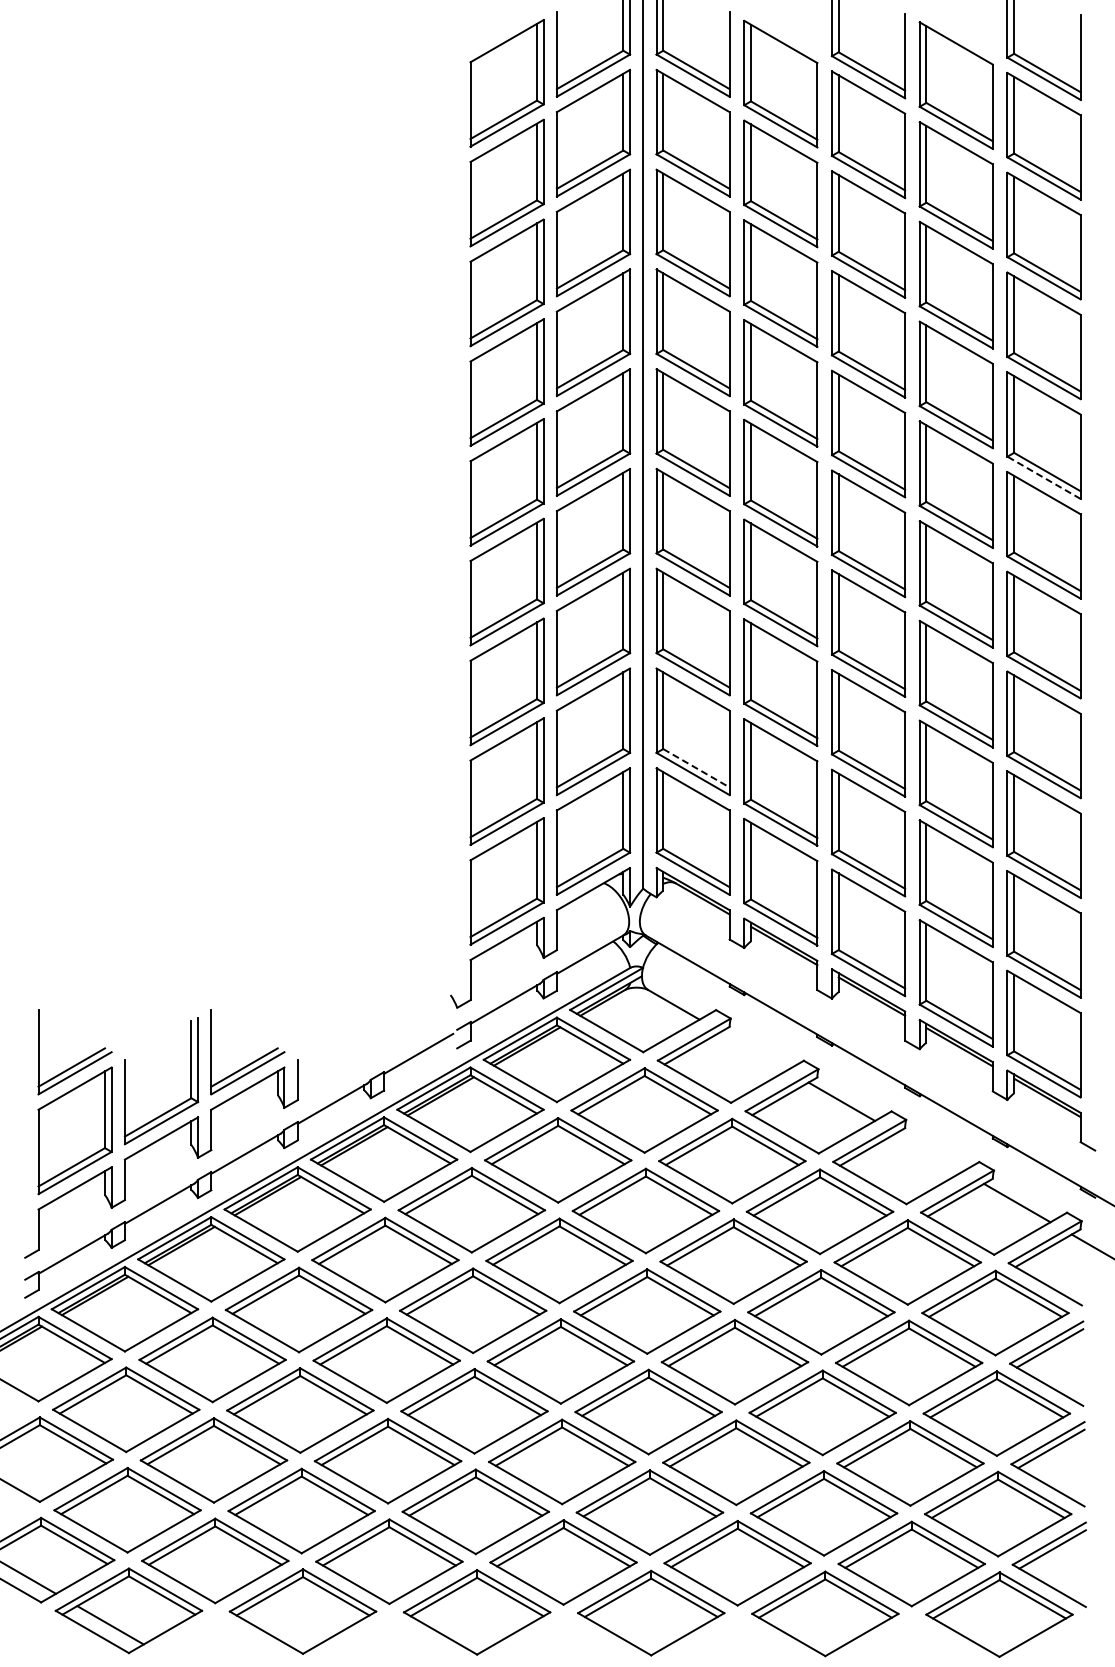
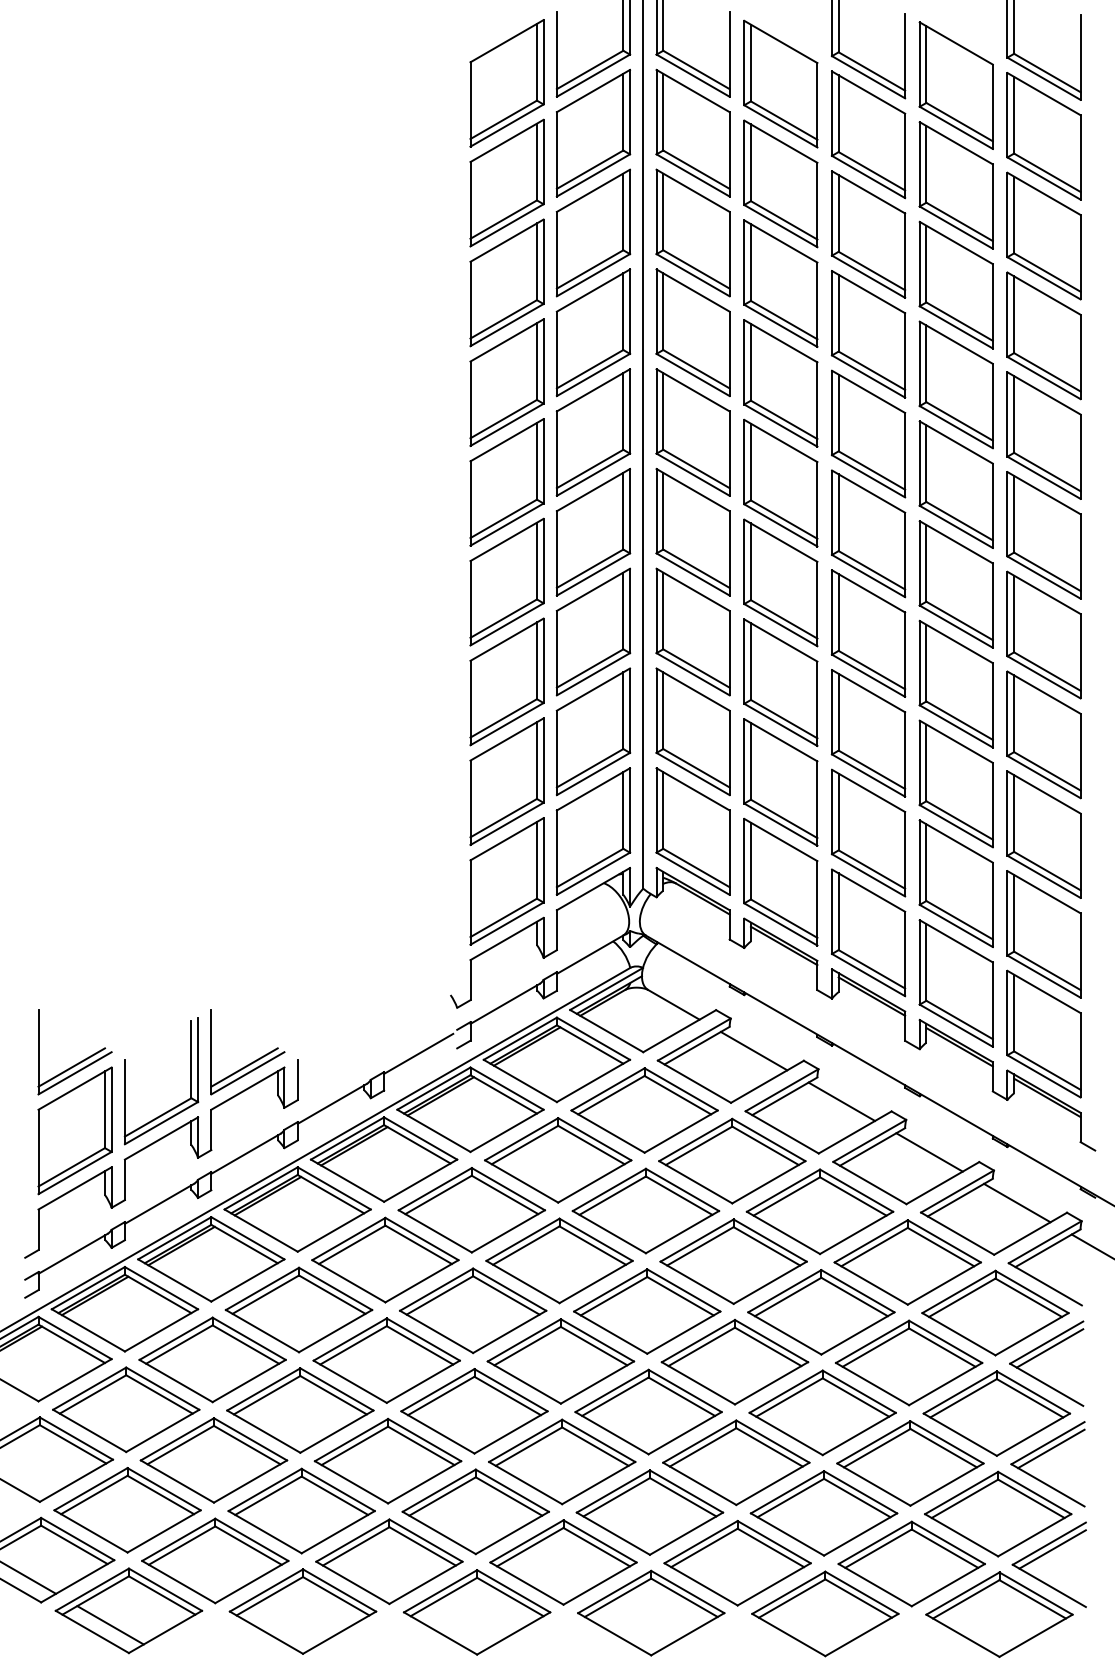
line at (1043, 477): dashed -> solid
line at (696, 768): dashed -> solid
line at (753, 1050): none -> present
line at (929, 1152): none -> present
